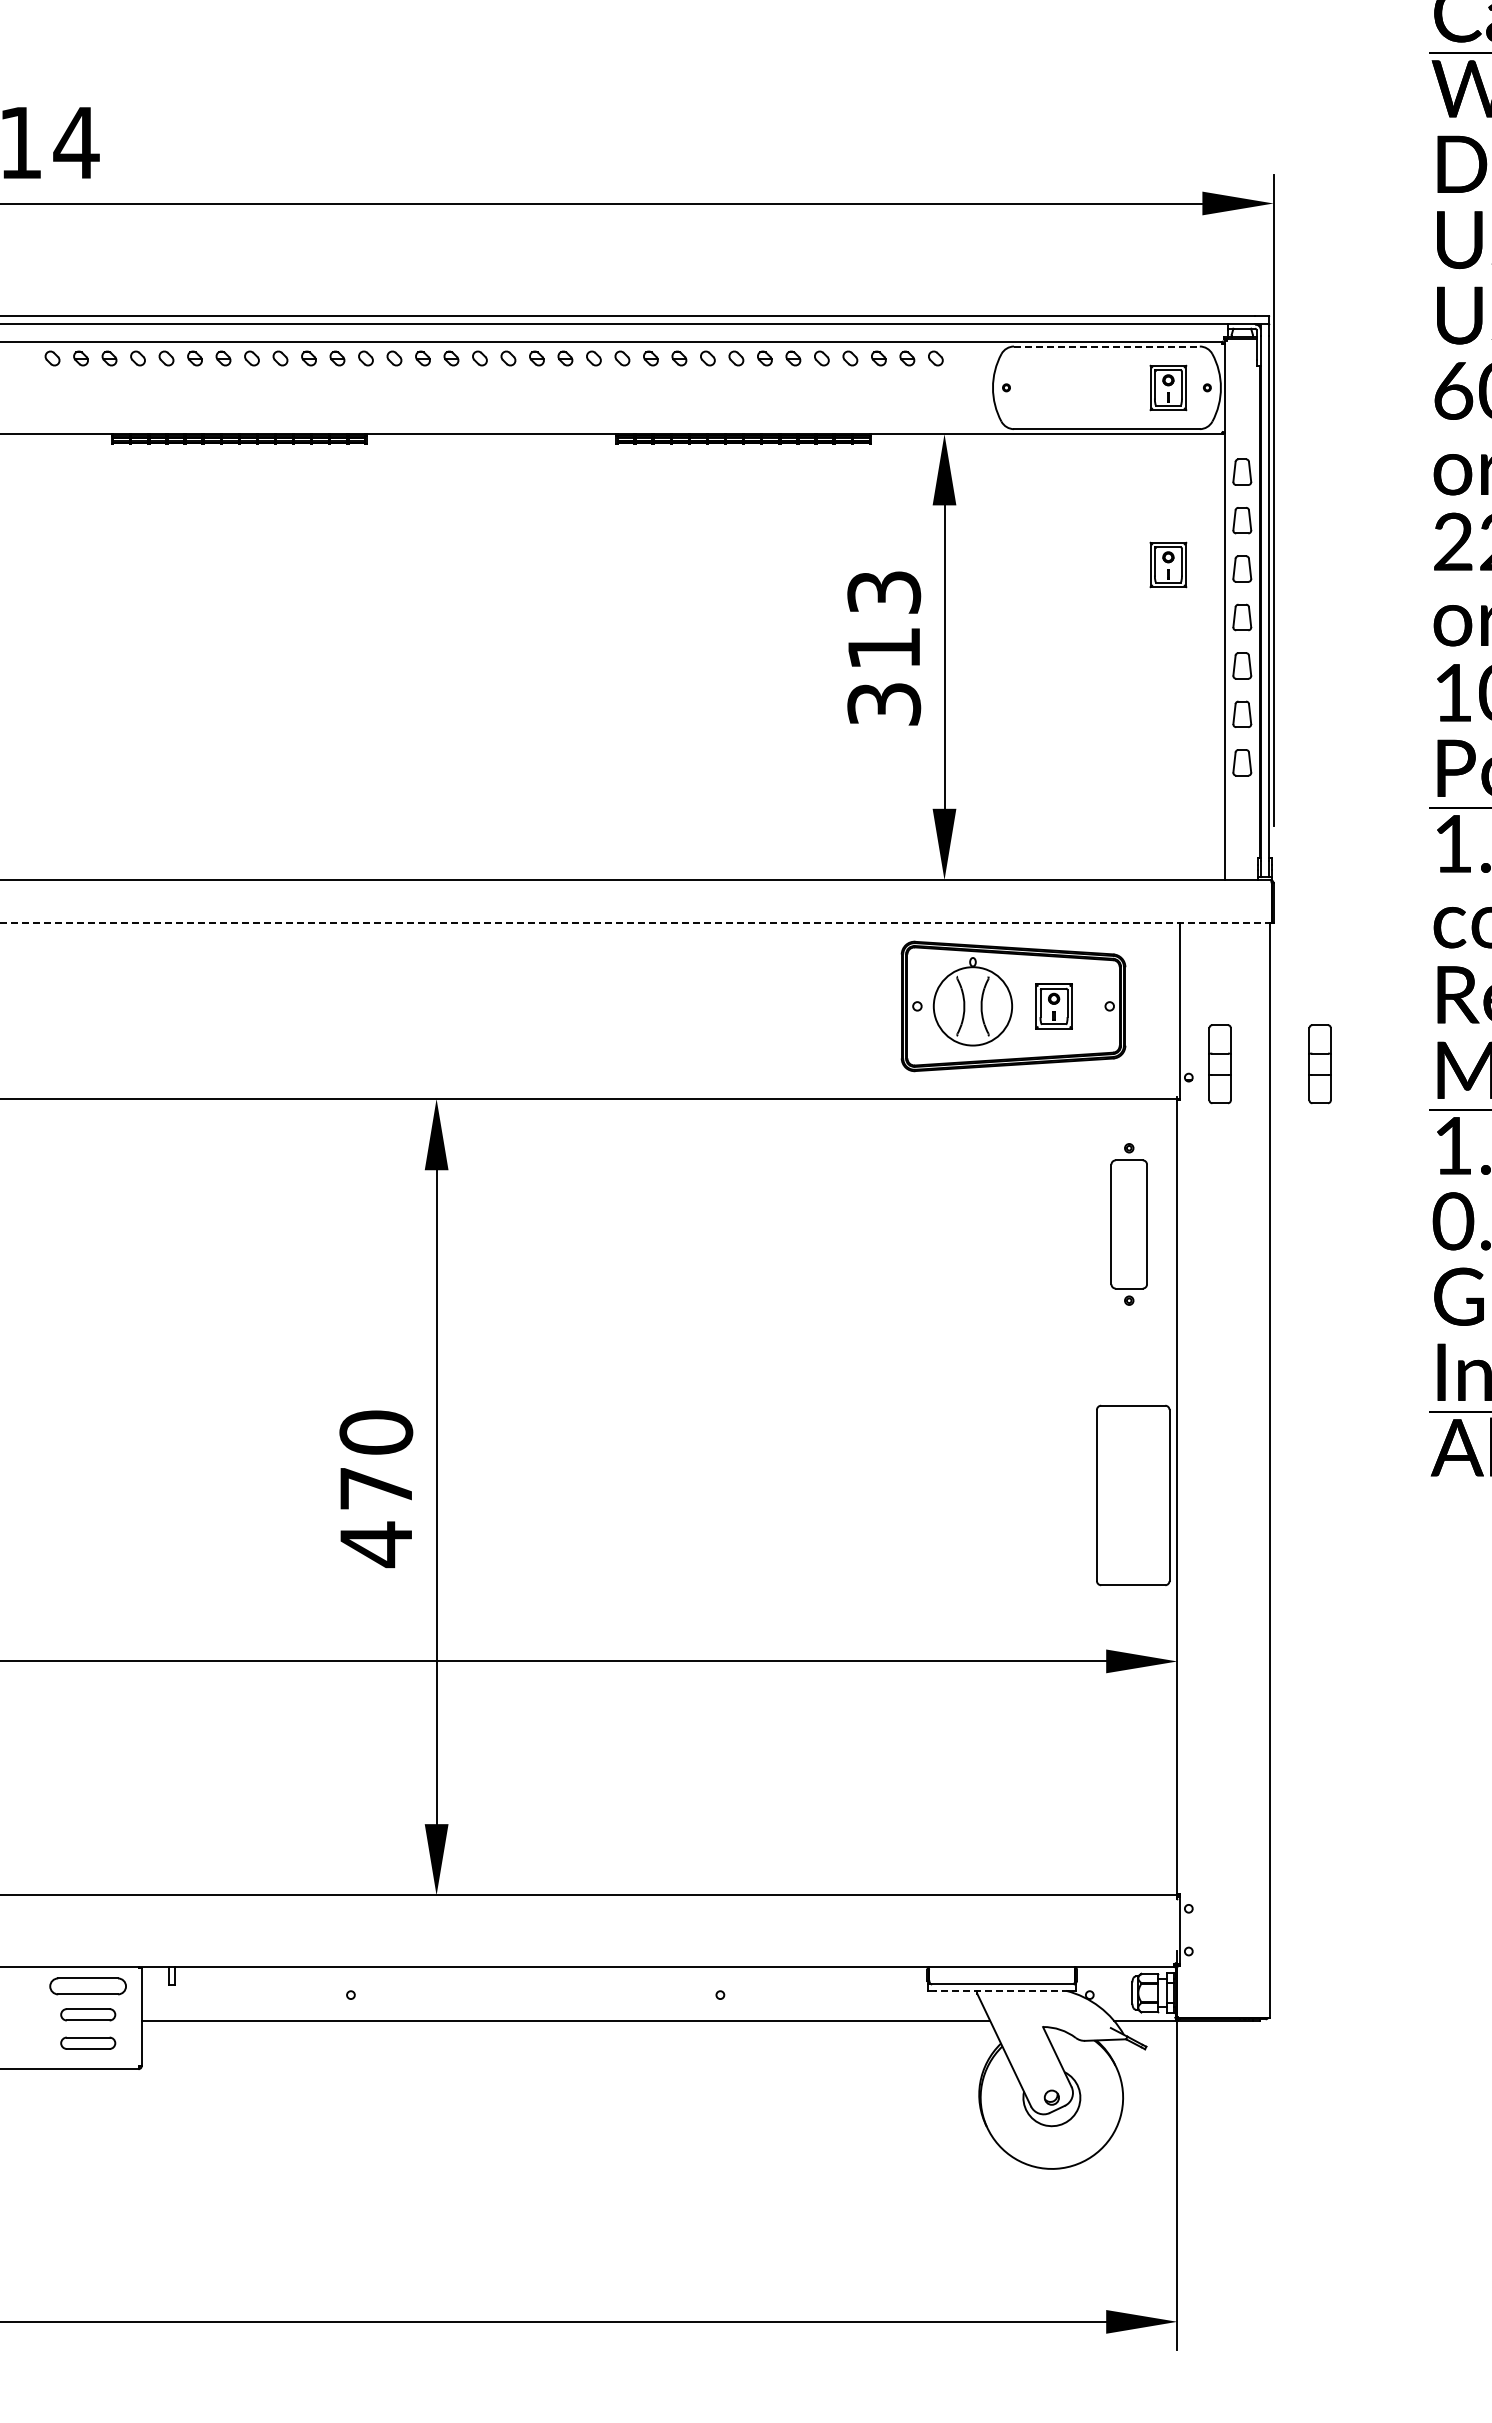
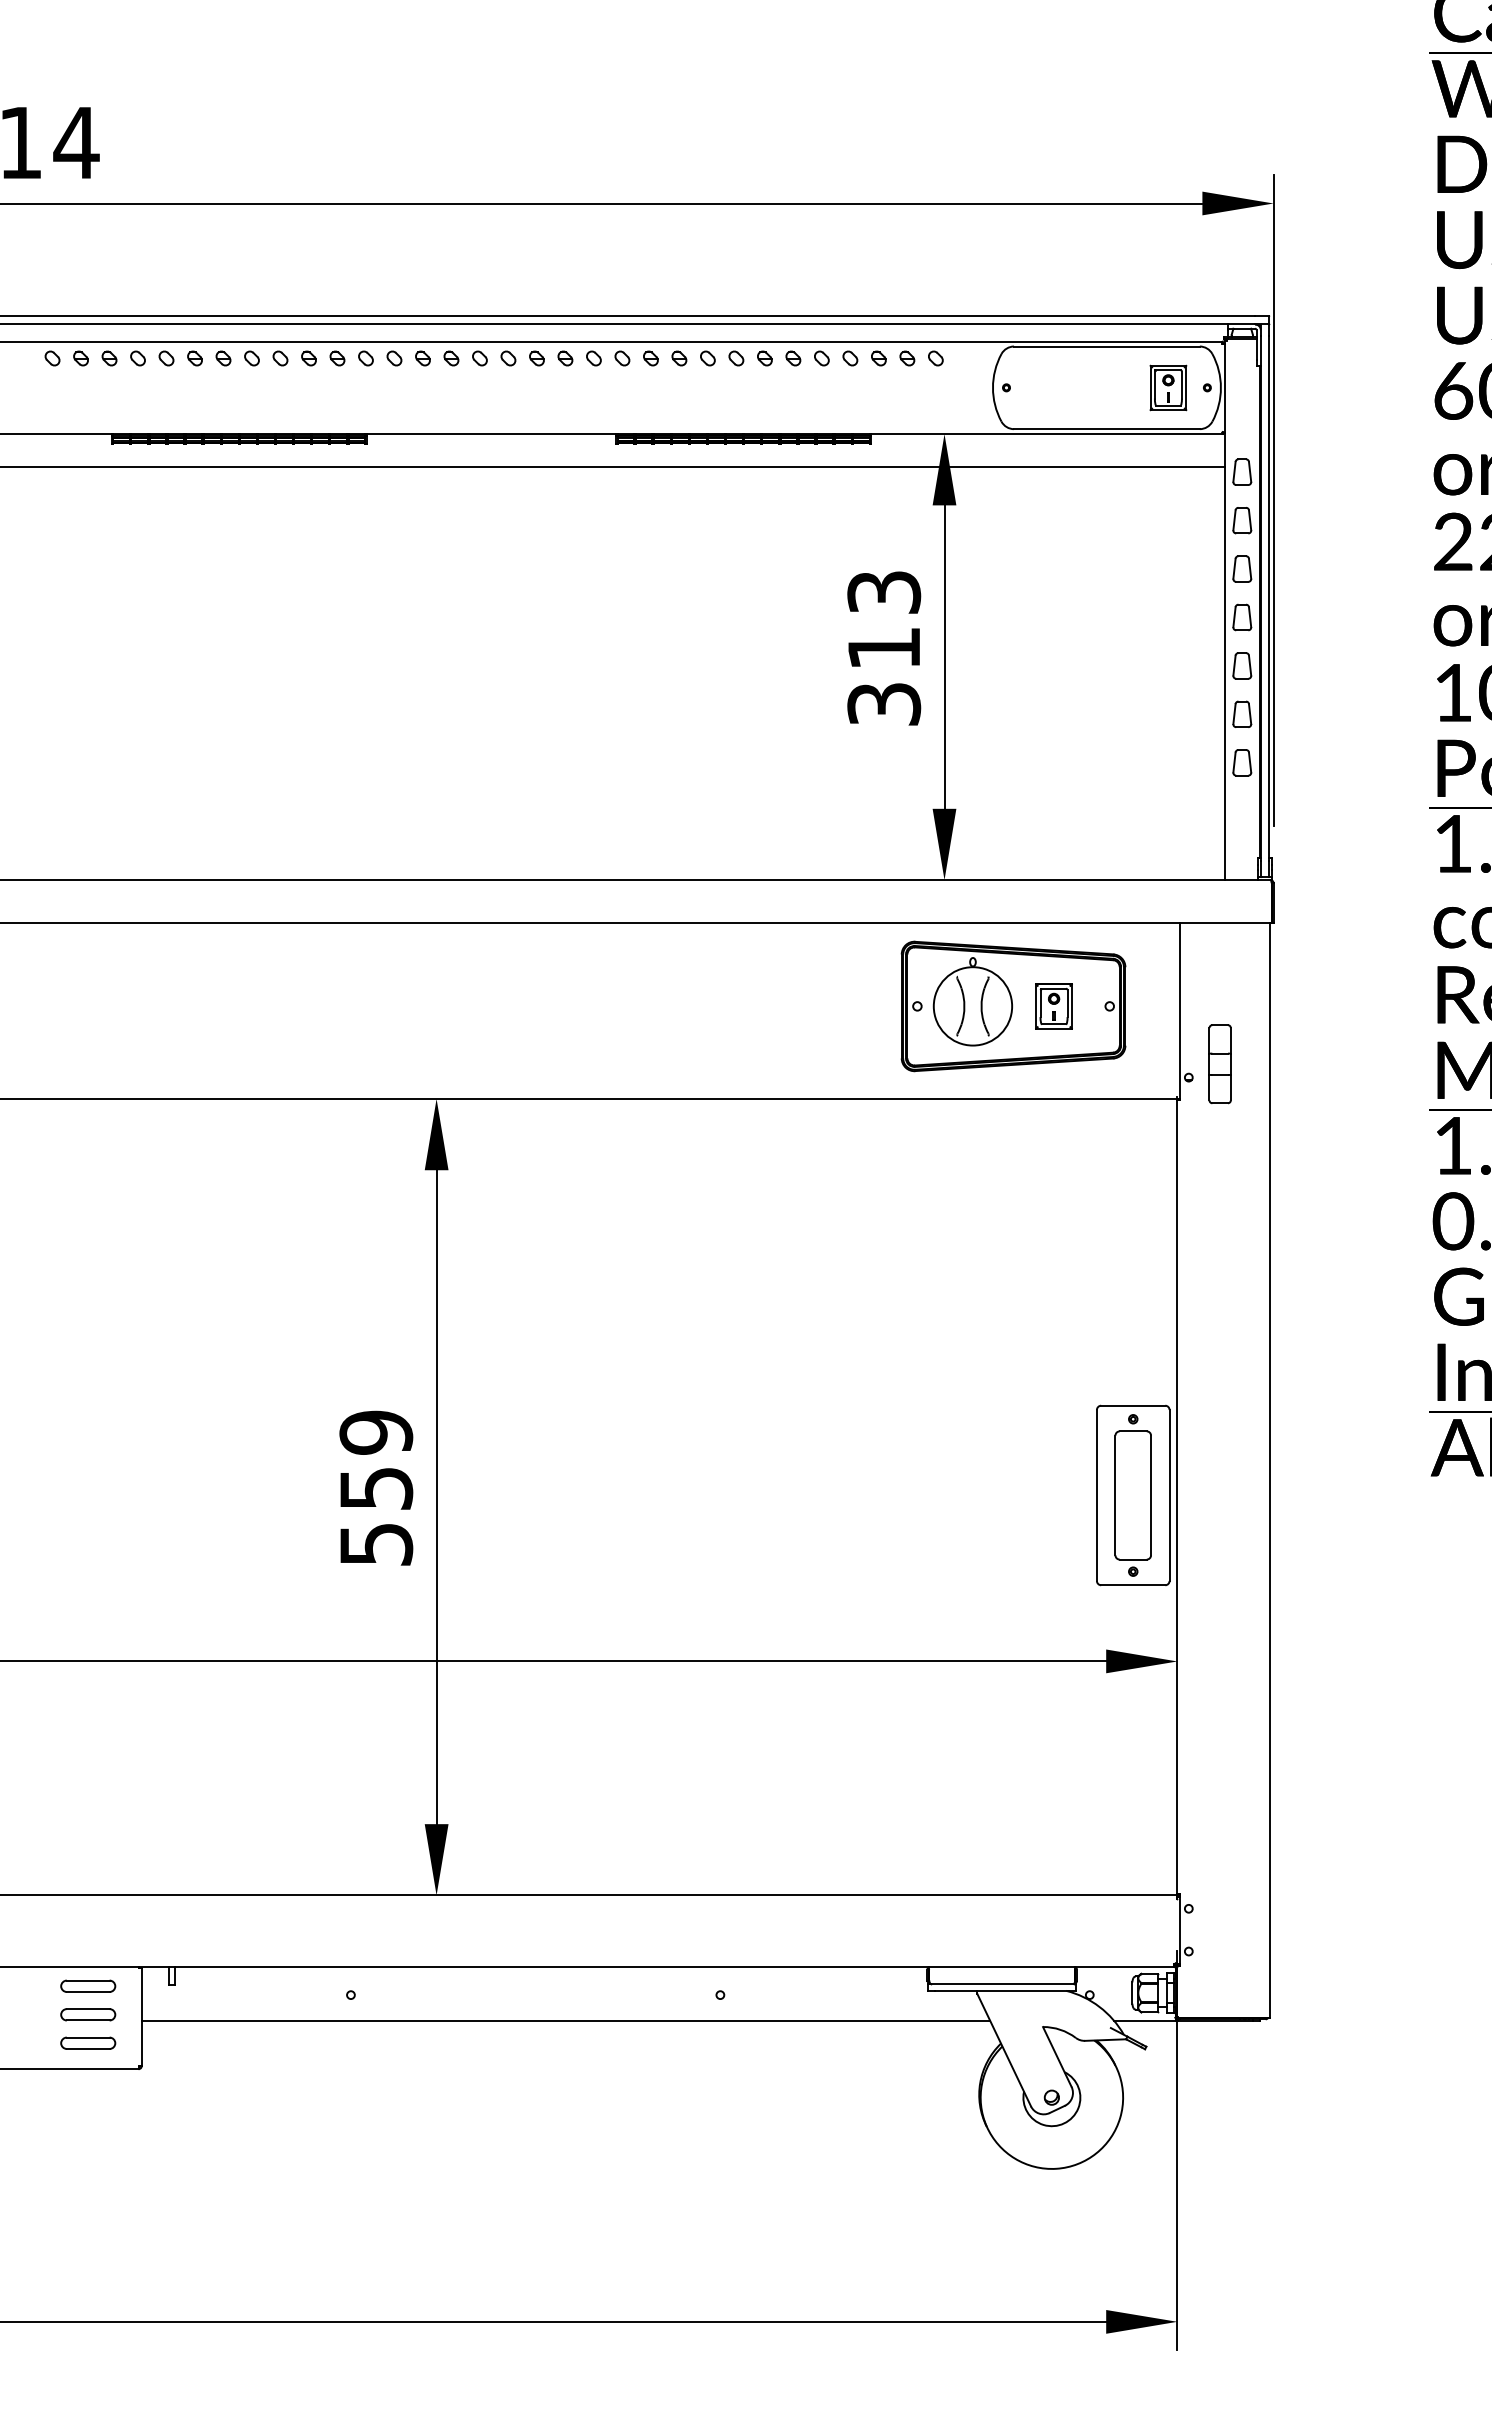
line at (1106, 346): dashed -> solid
line at (613, 466): none -> present
part at (1168, 564): present -> none
line at (635, 922): dashed -> solid
part at (1319, 1064): present -> none
part at (1128, 1224) position: (1128, 1224) -> (1132, 1495)
text at (376, 1489): 470 -> 559
part at (87, 1986) size: 78x19 px -> 57x14 px
line at (1002, 1990): dashed -> solid
